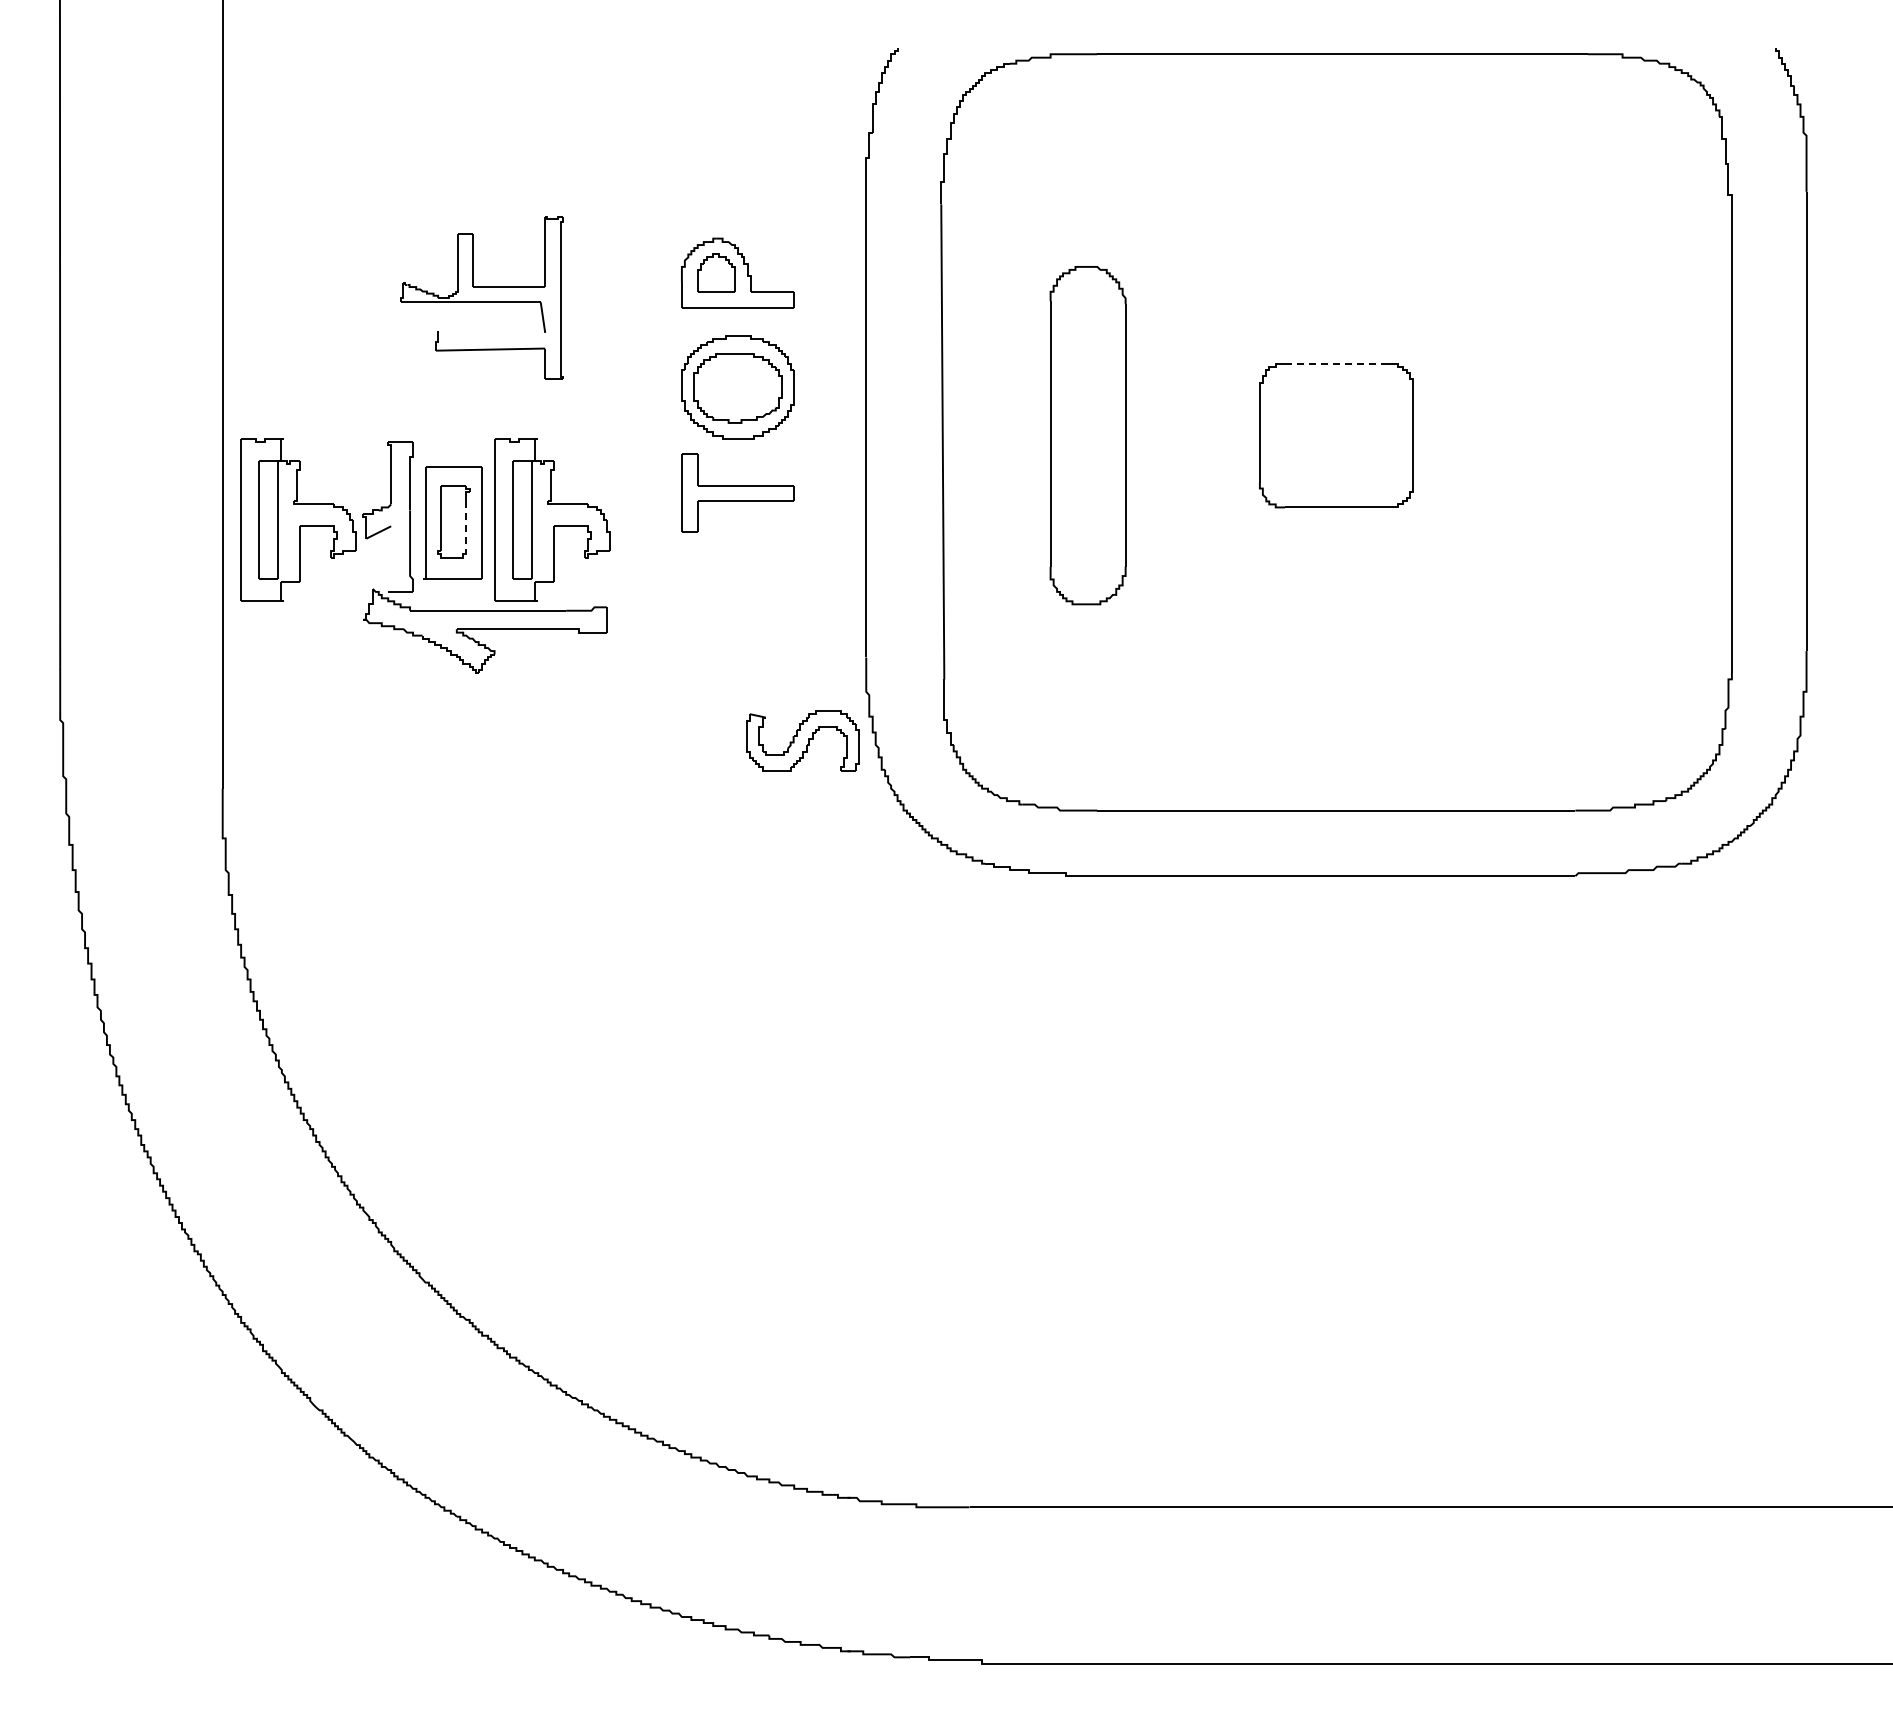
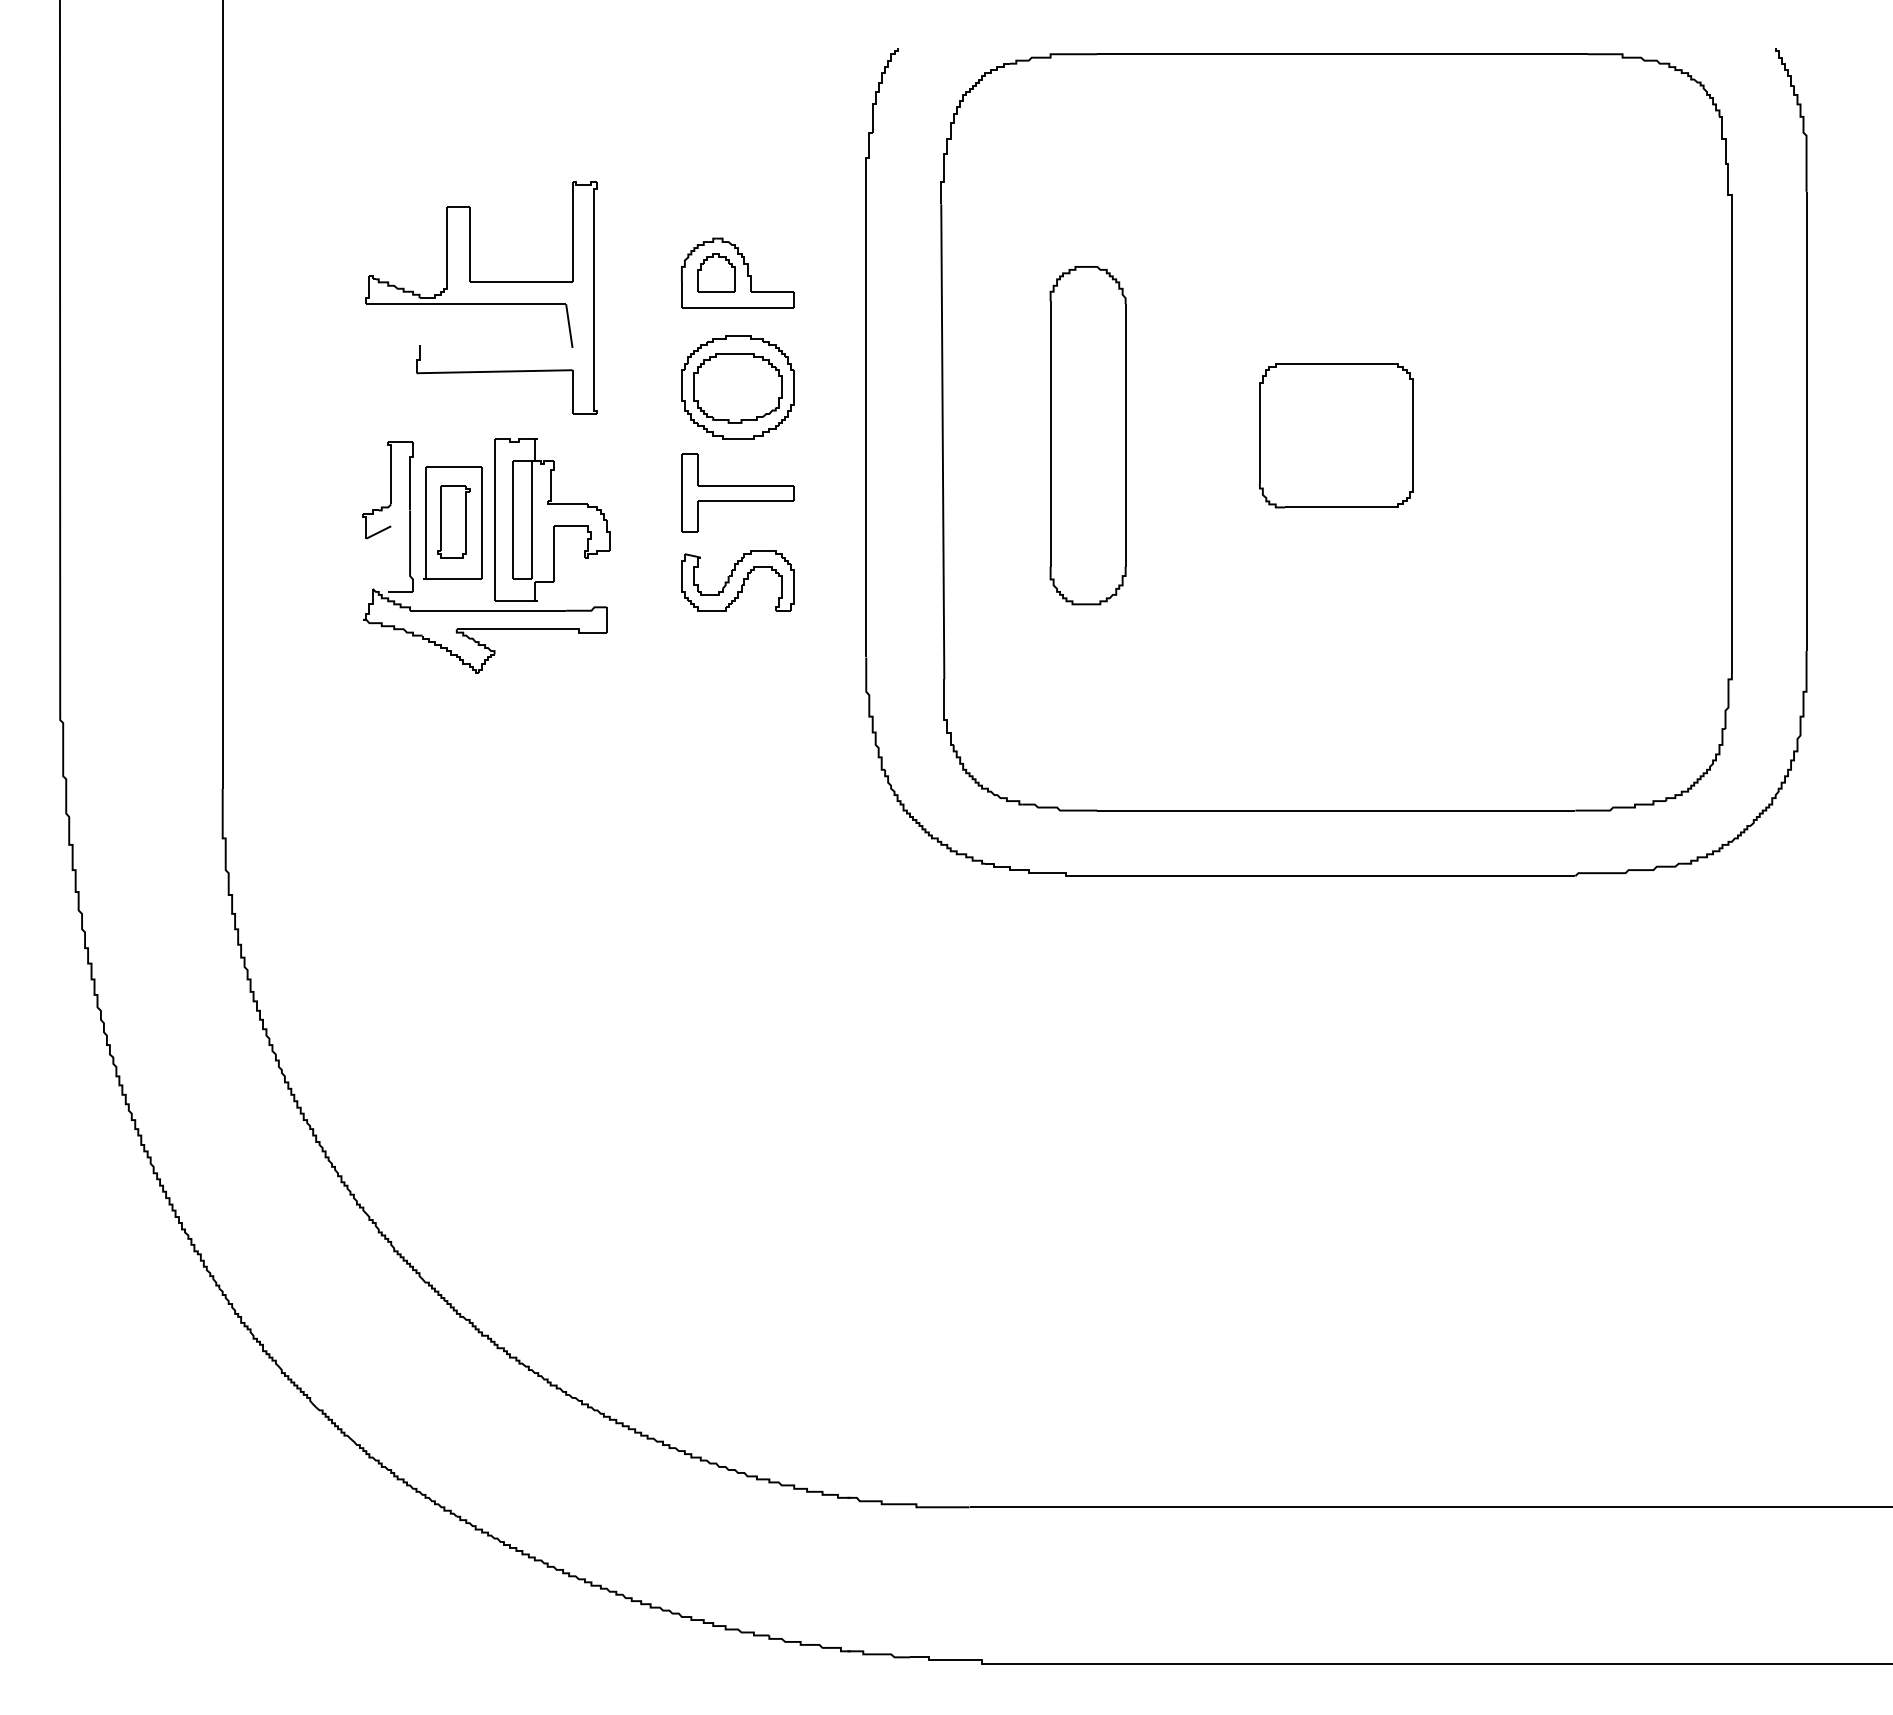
part at (481, 297) size: 164x164 px -> 233x234 px
line at (1337, 363): dashed -> solid
part at (298, 519): present -> none
line at (466, 526): dashed -> solid
part at (802, 740) position: (802, 740) -> (737, 580)
